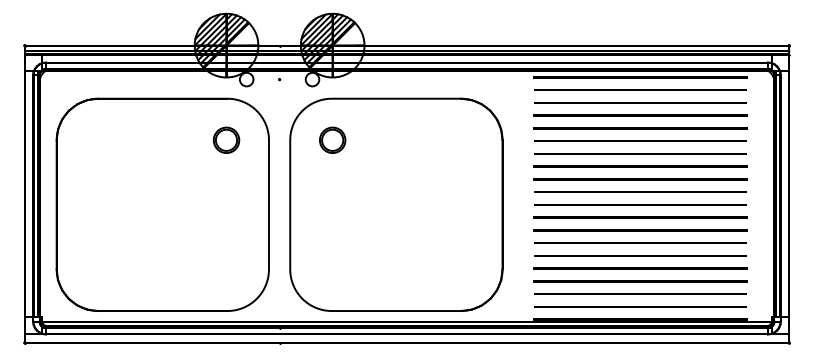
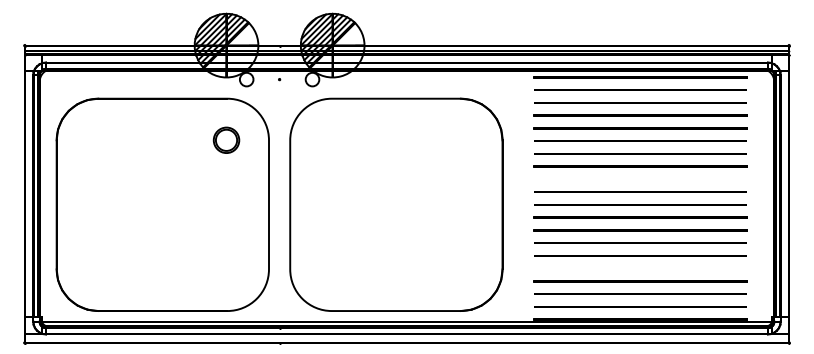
part at (332, 139): present -> none
line at (640, 179): present -> none
line at (640, 268): present -> none
